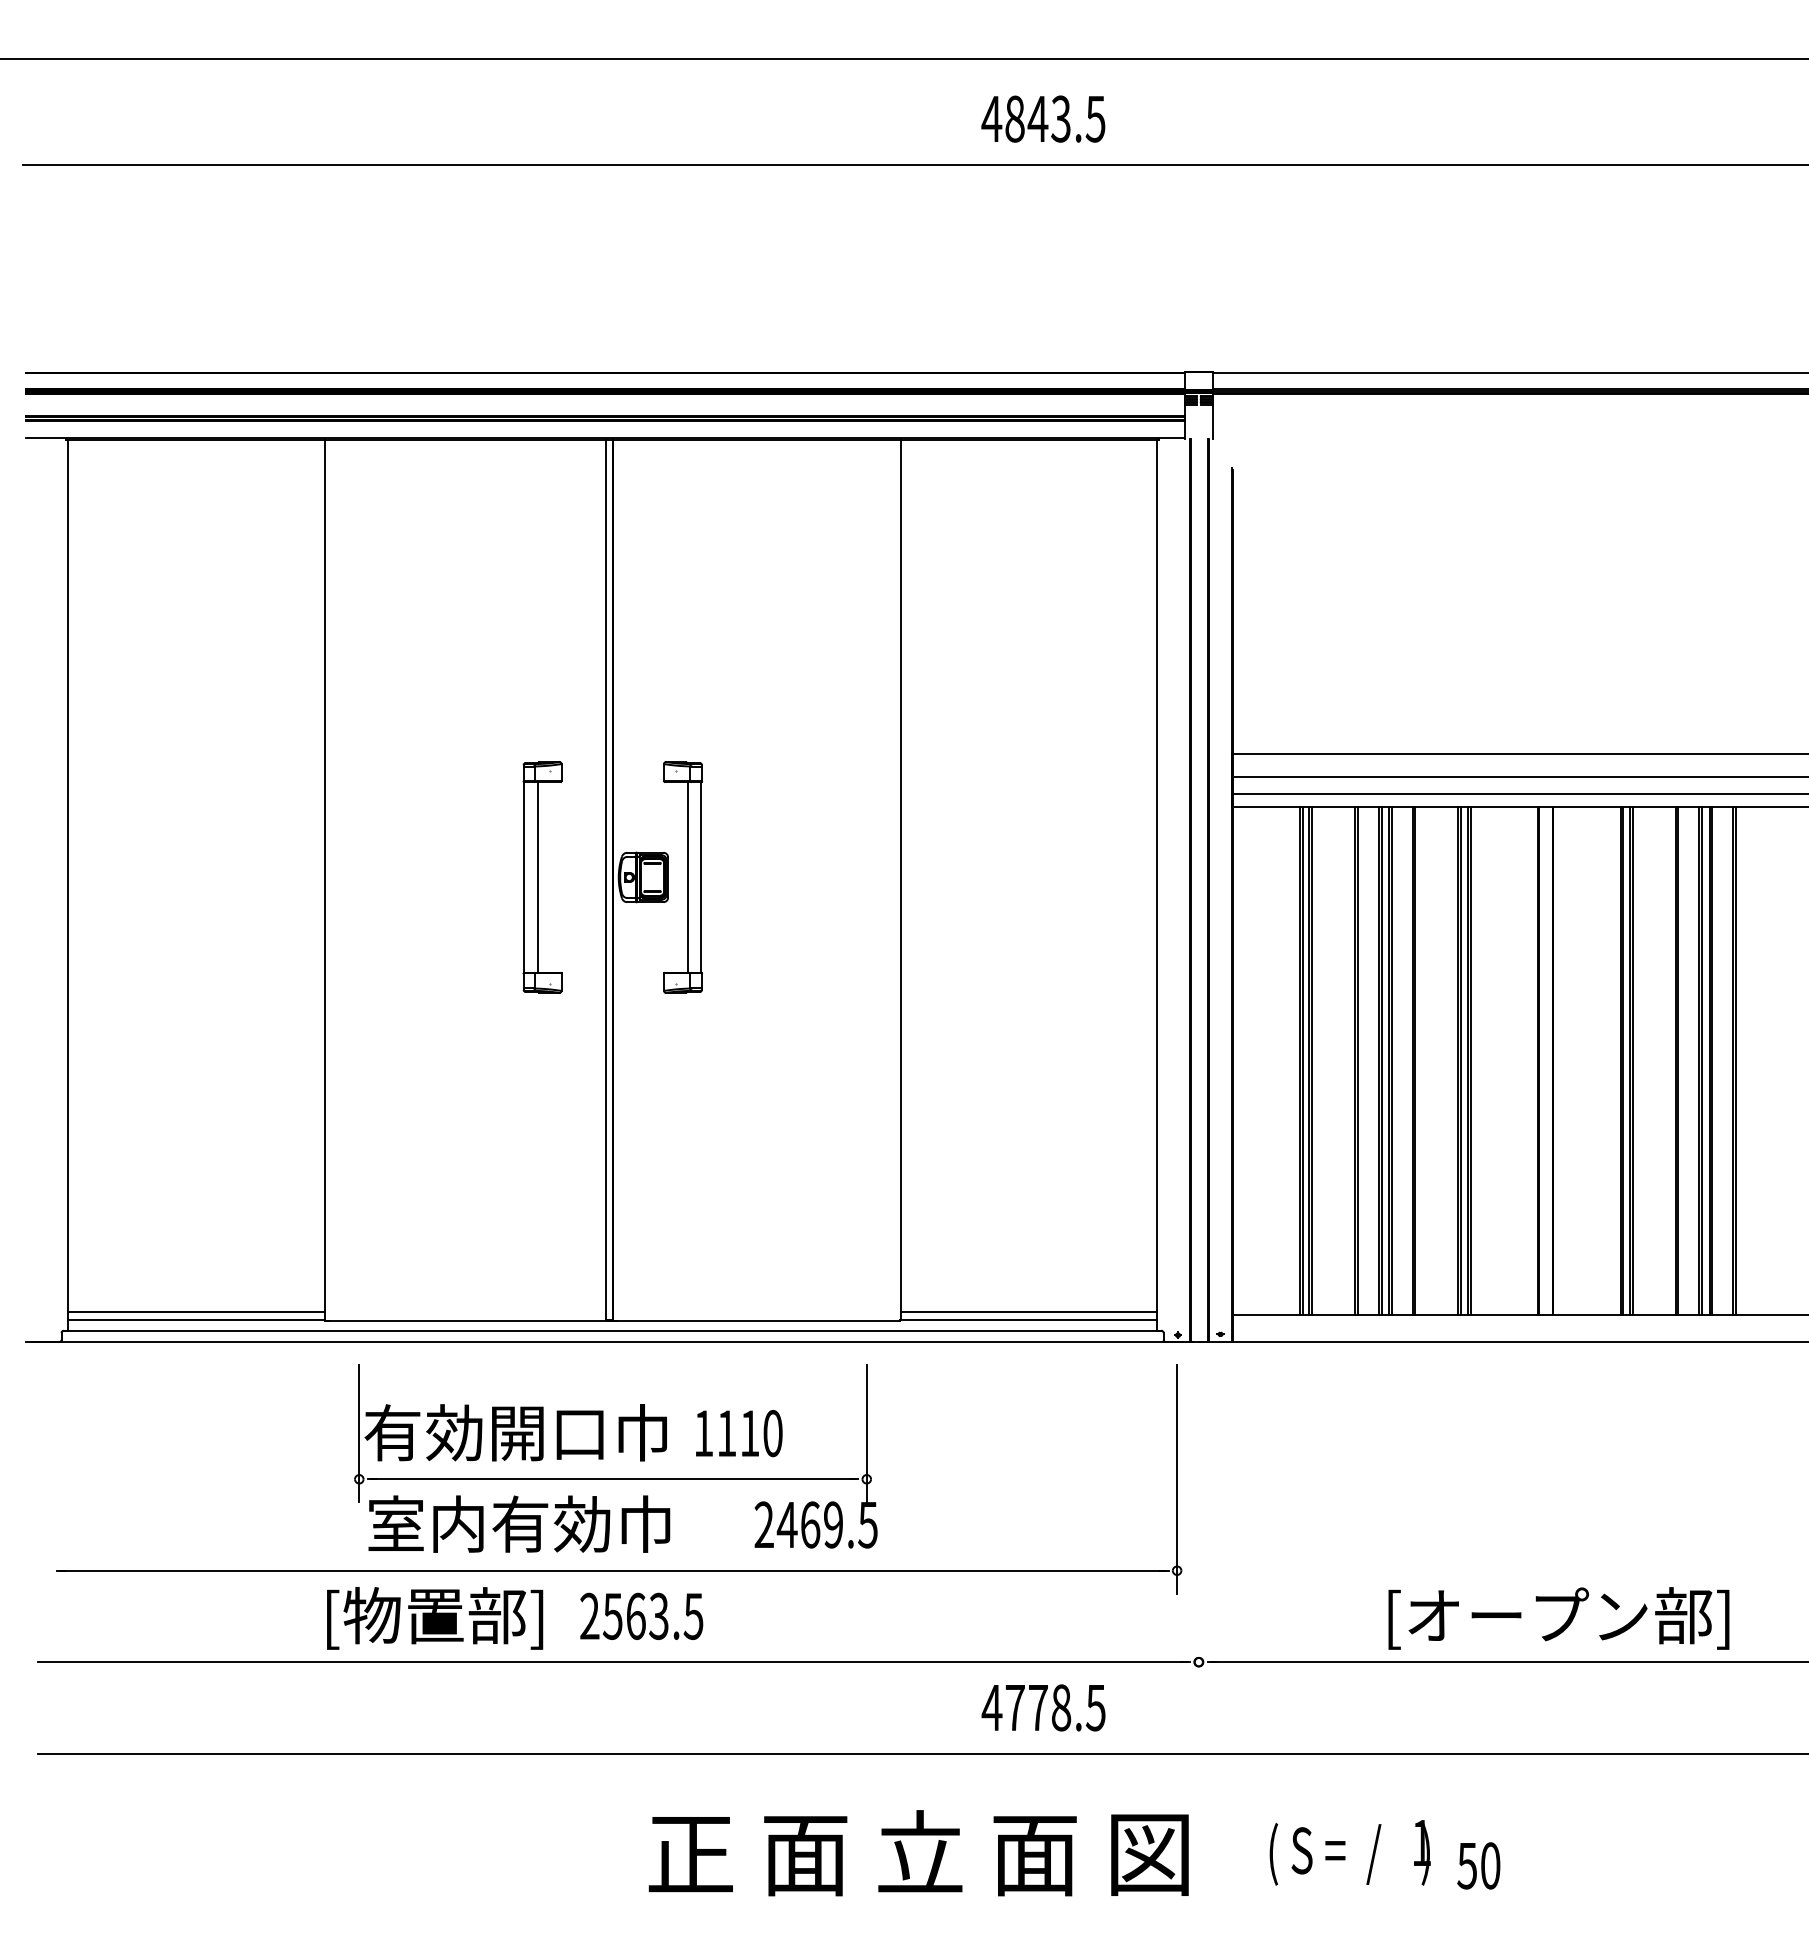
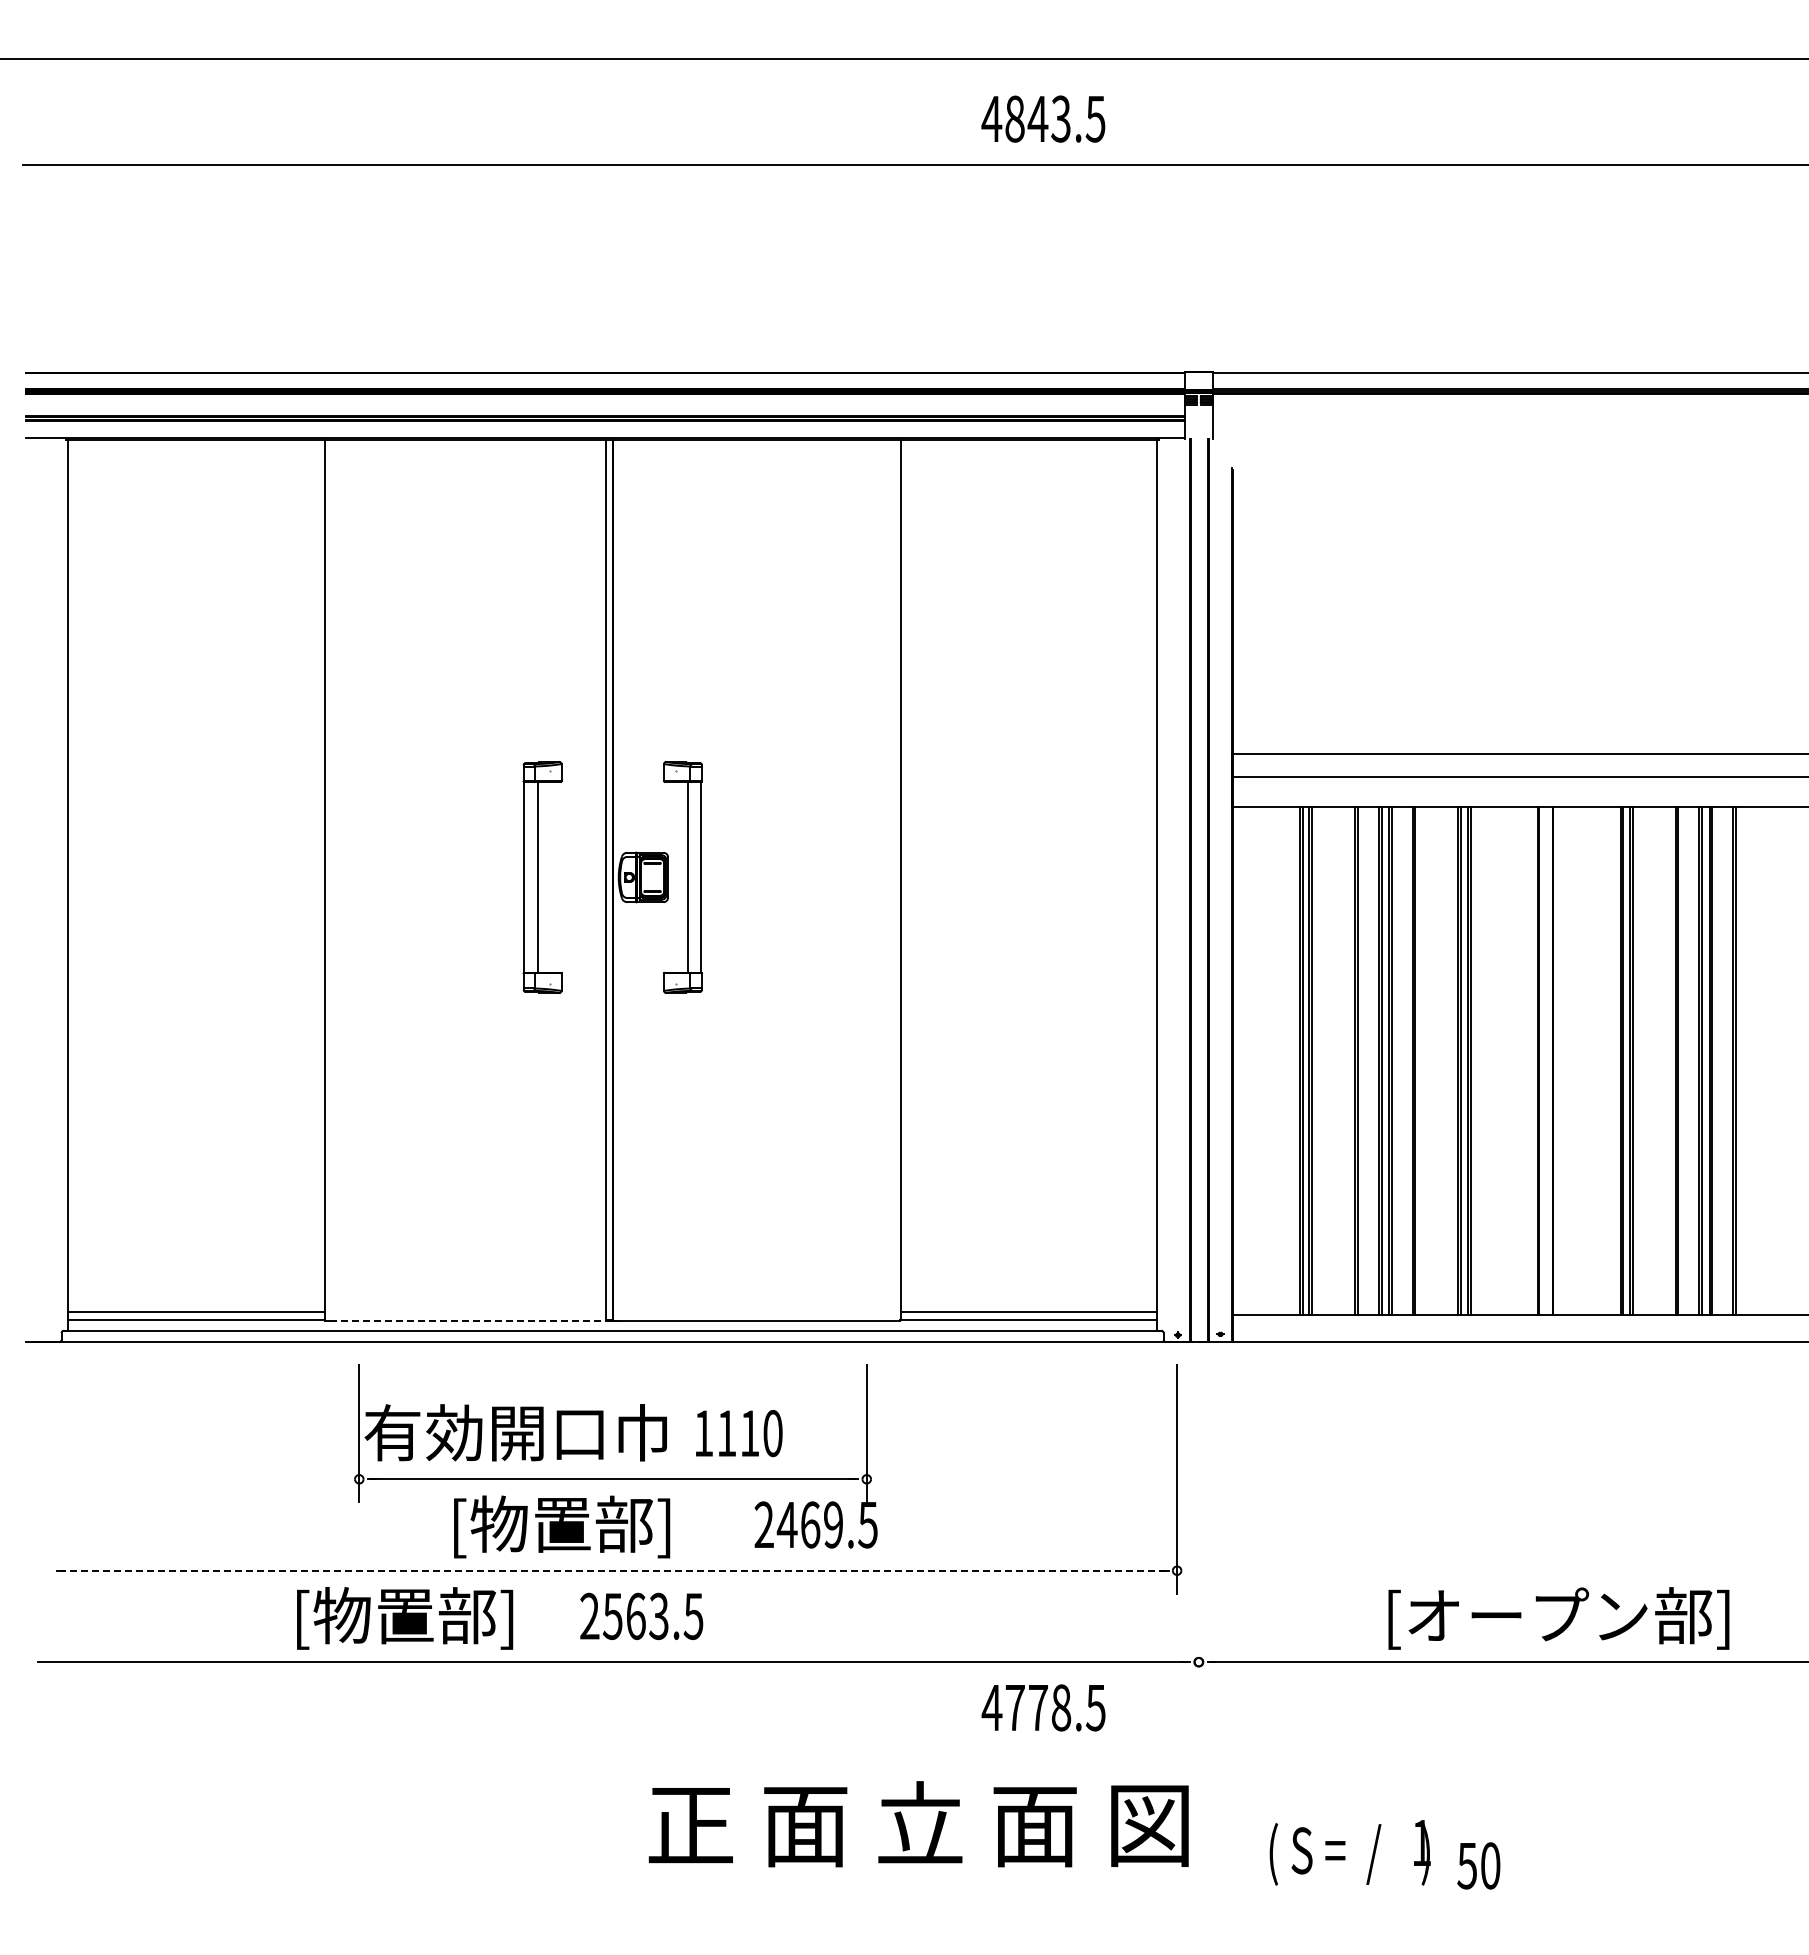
line at (1518, 793): present -> none
line at (468, 1320): solid -> dashed
text at (519, 1526): 室内有効巾 -> [物置部]
line at (612, 1570): solid -> dashed
text at (435, 1618) position: (435, 1618) -> (405, 1618)
line at (921, 1753): present -> none
text at (918, 1853) position: (918, 1853) -> (918, 1824)
